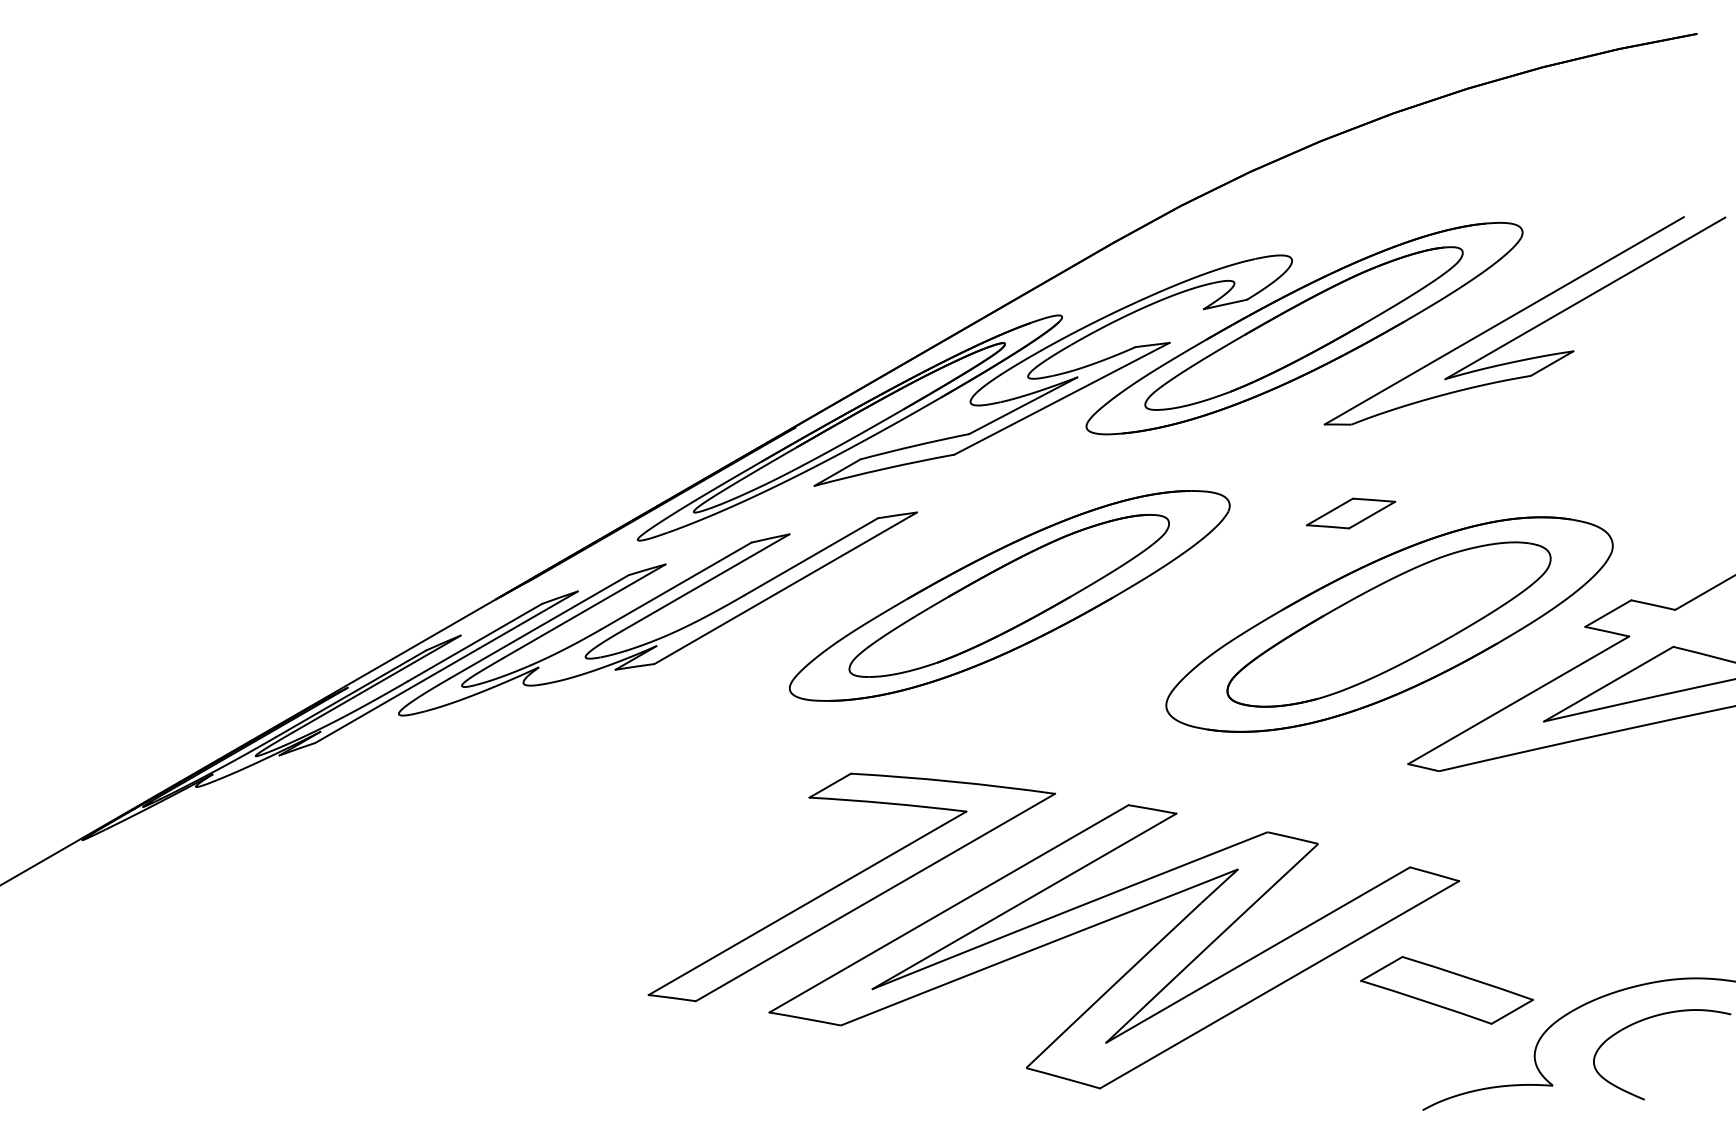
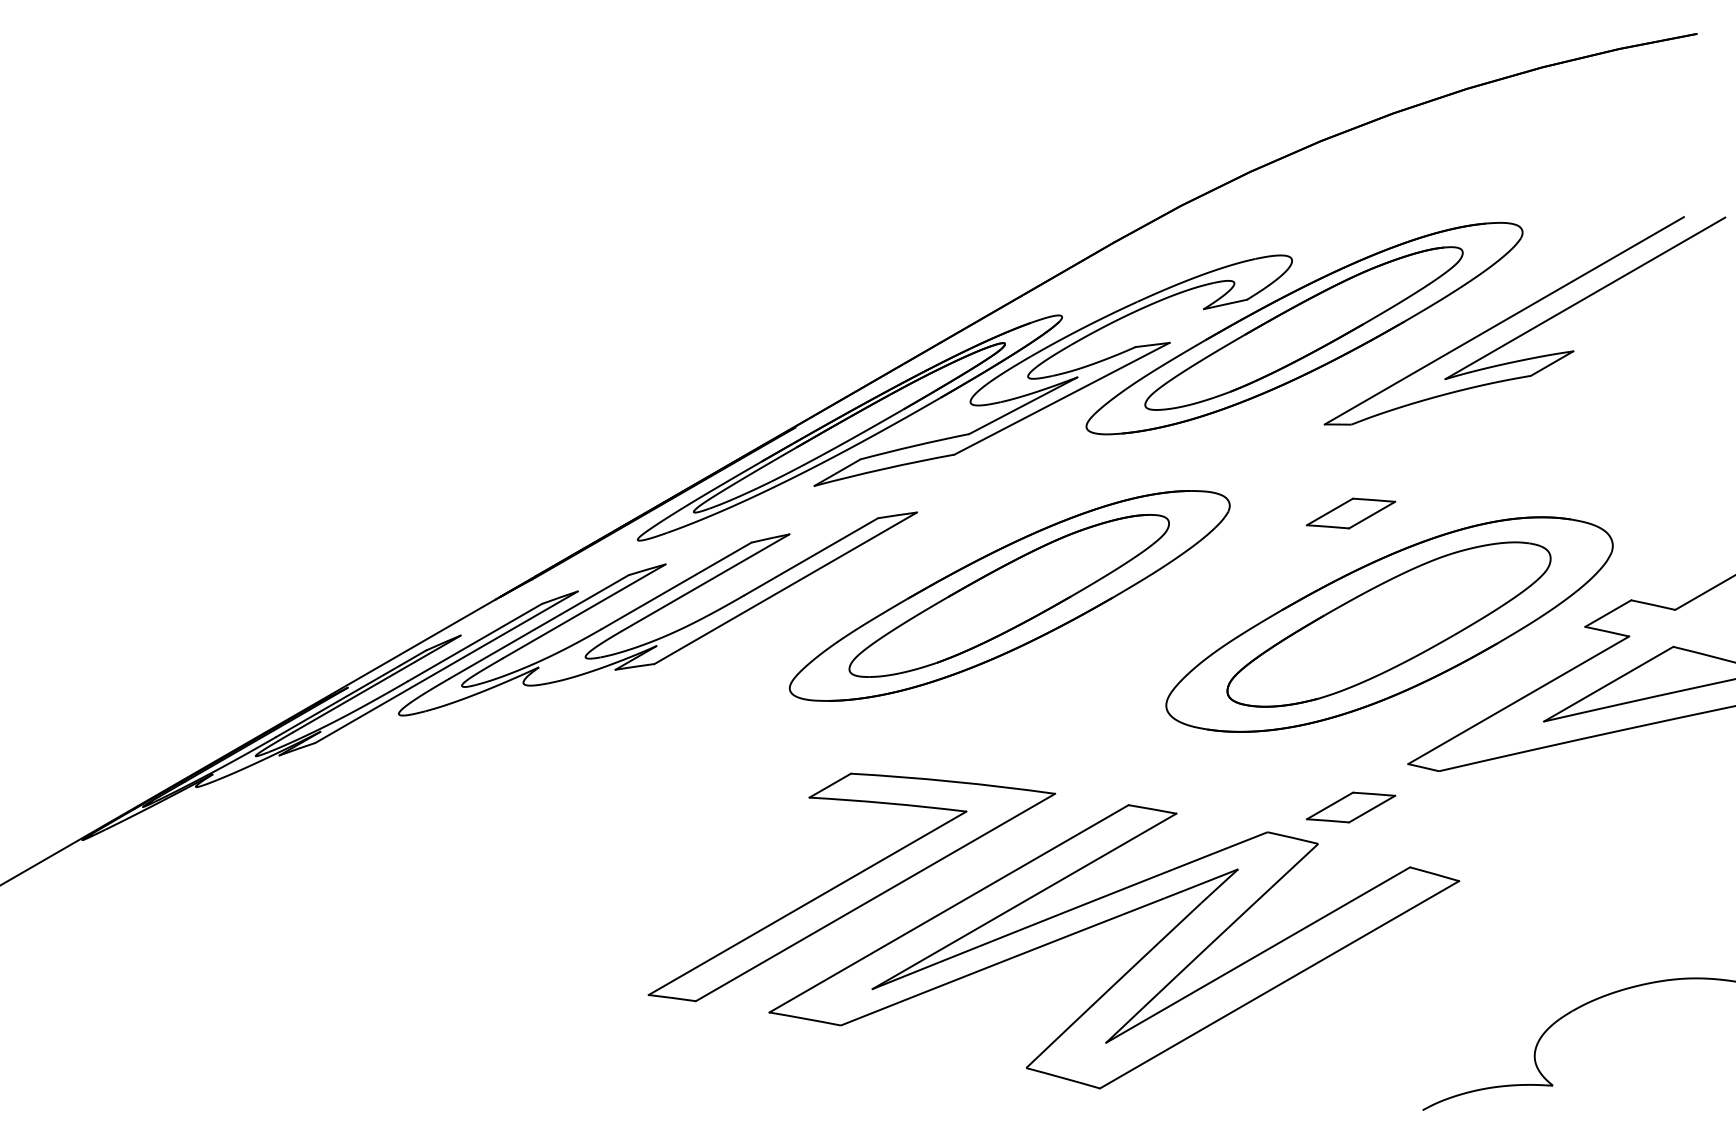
part at (1351, 807): none -> present
part at (1447, 989): present -> none
part at (1654, 1017): present -> none
